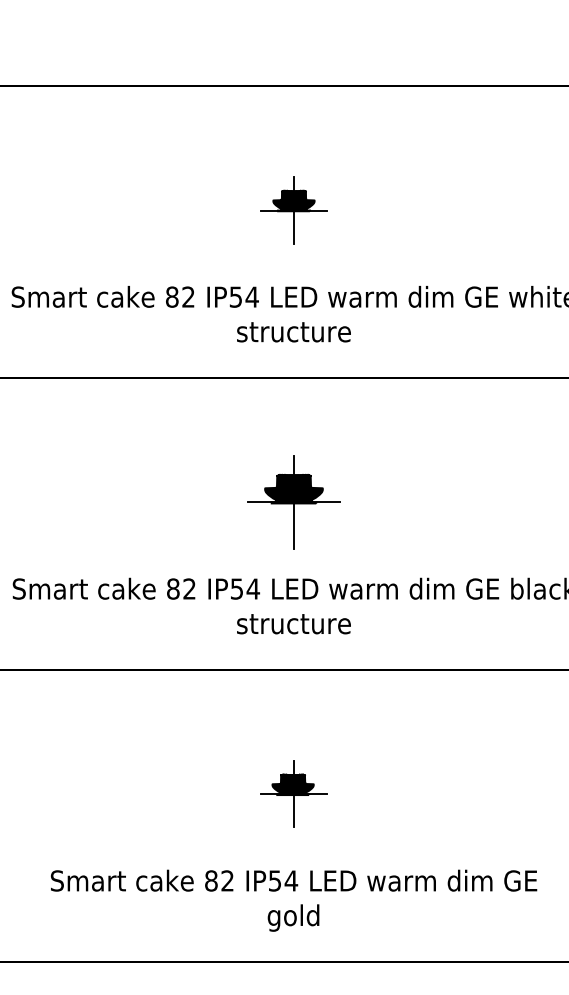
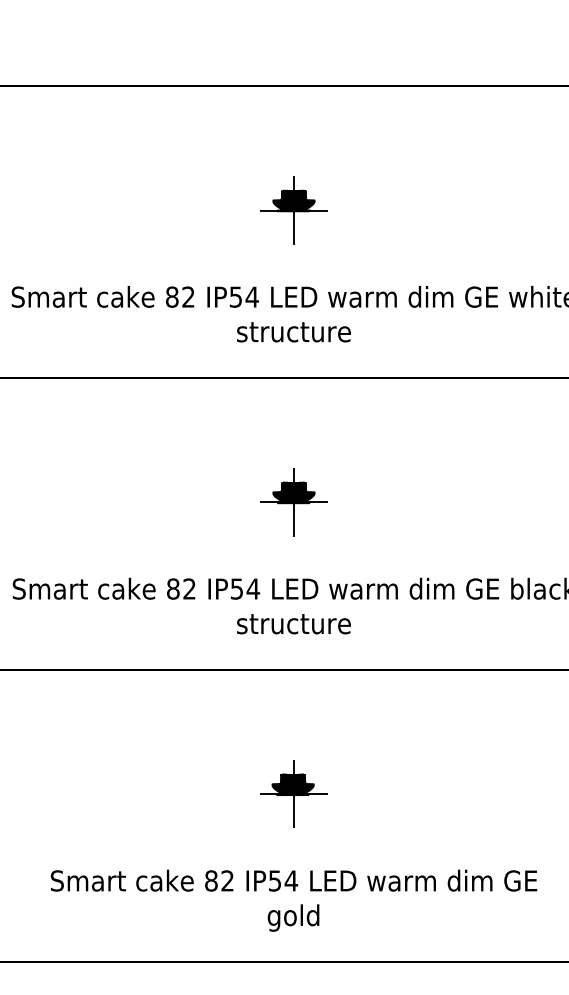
part at (293, 502) size: 94x95 px -> 68x69 px
